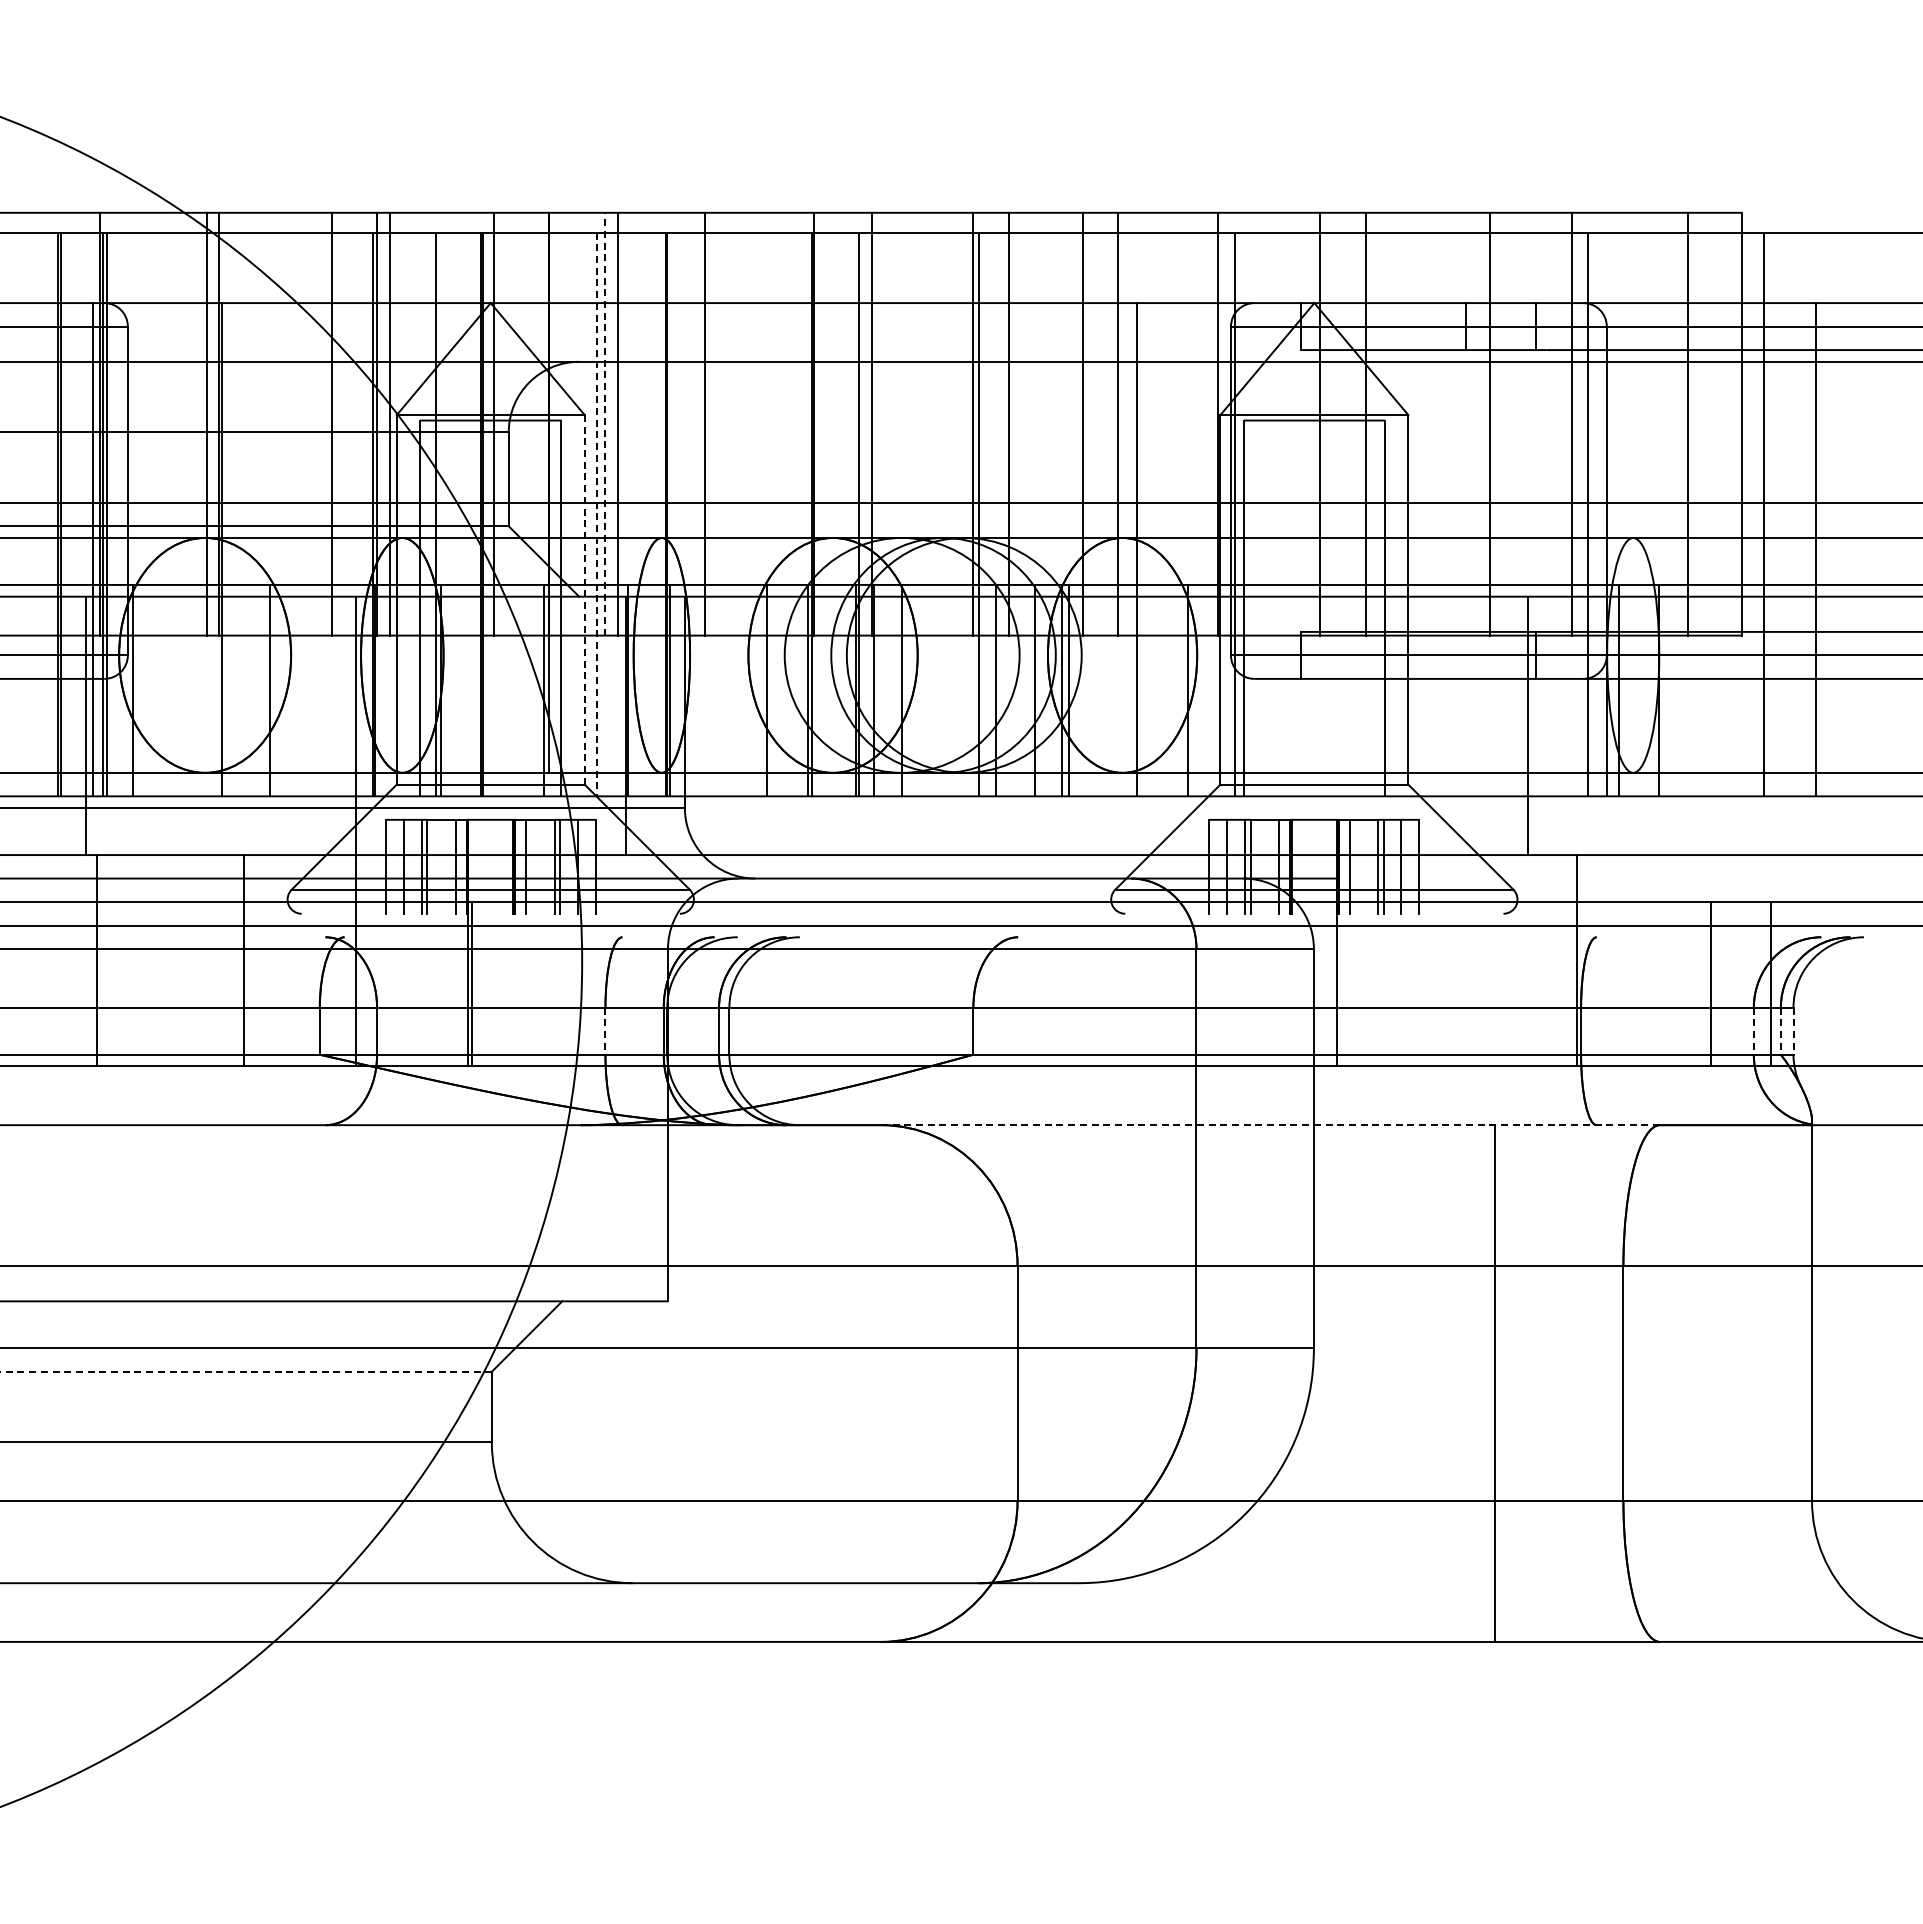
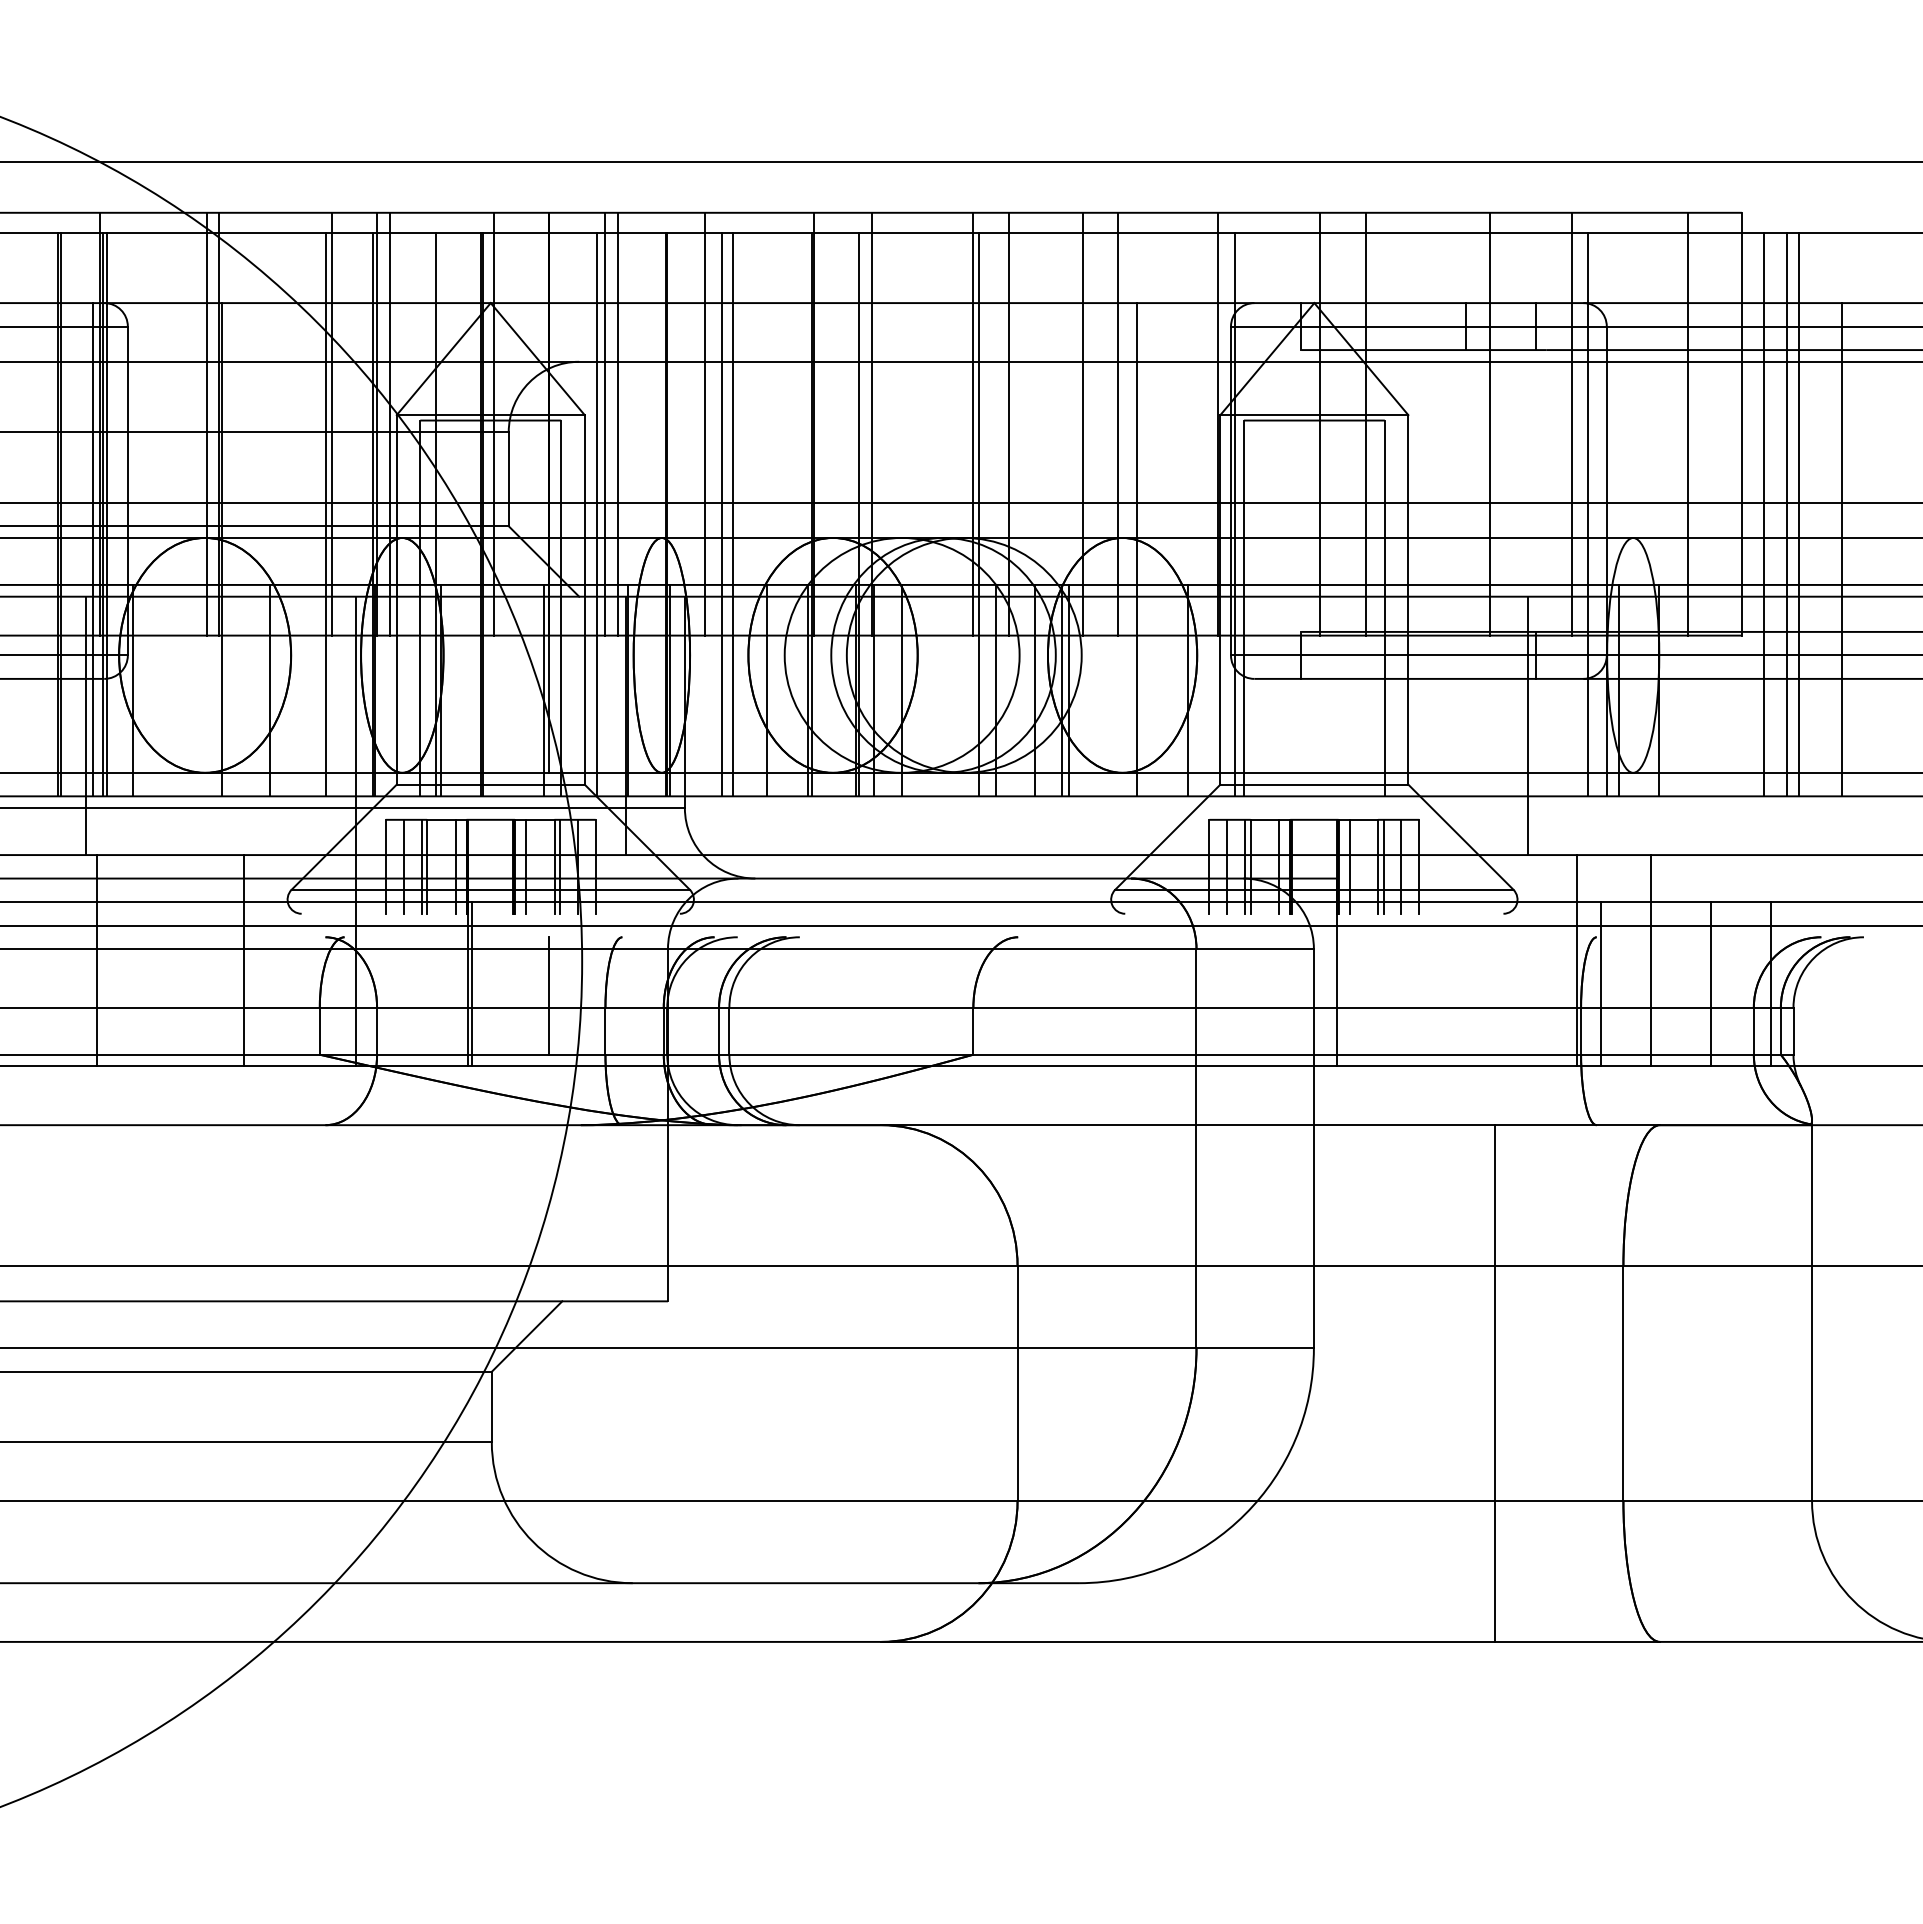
line at (960, 162): none -> present
line at (605, 423): dashed -> solid
line at (325, 514): none -> present
line at (596, 514): dashed -> solid
line at (721, 514): none -> present
line at (732, 514): none -> present
line at (1786, 514): none -> present
line at (1799, 514): none -> present
line at (1815, 549) position: (1815, 549) -> (1841, 549)
line at (584, 599): dashed -> solid
line at (1650, 960): none -> present
line at (1601, 984): none -> present
line at (549, 995): none -> present
line at (605, 1031): dashed -> solid
line at (1753, 1031): dashed -> solid
line at (1780, 1031): dashed -> solid
line at (1793, 1031): dashed -> solid
line at (1270, 1125): dashed -> solid
line at (245, 1371): dashed -> solid
